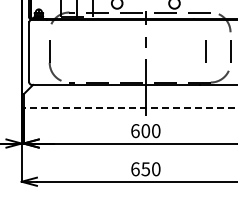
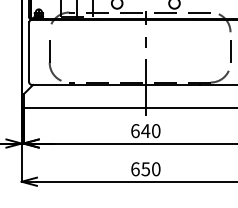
line at (205, 51): present -> none
line at (130, 107): dashed -> solid
text at (145, 131): 600 -> 640
